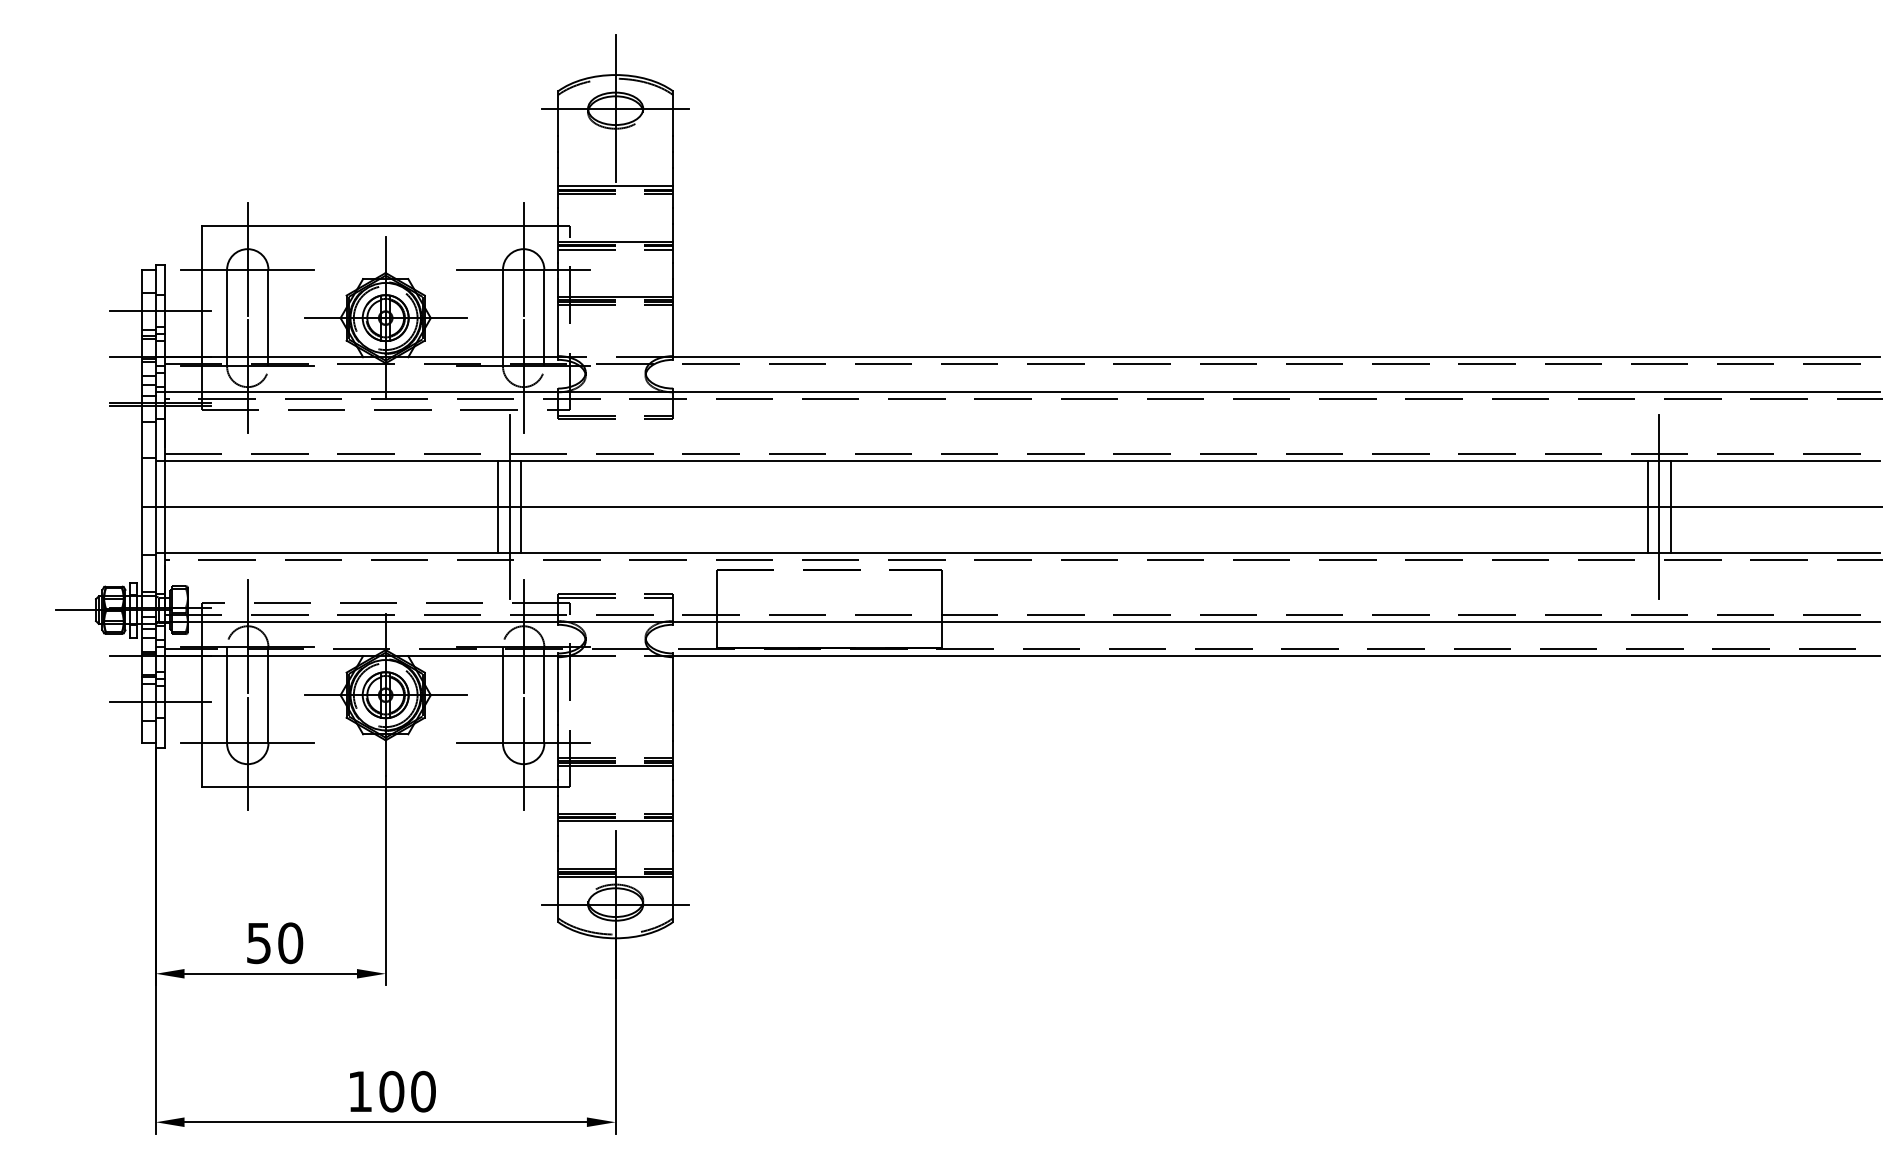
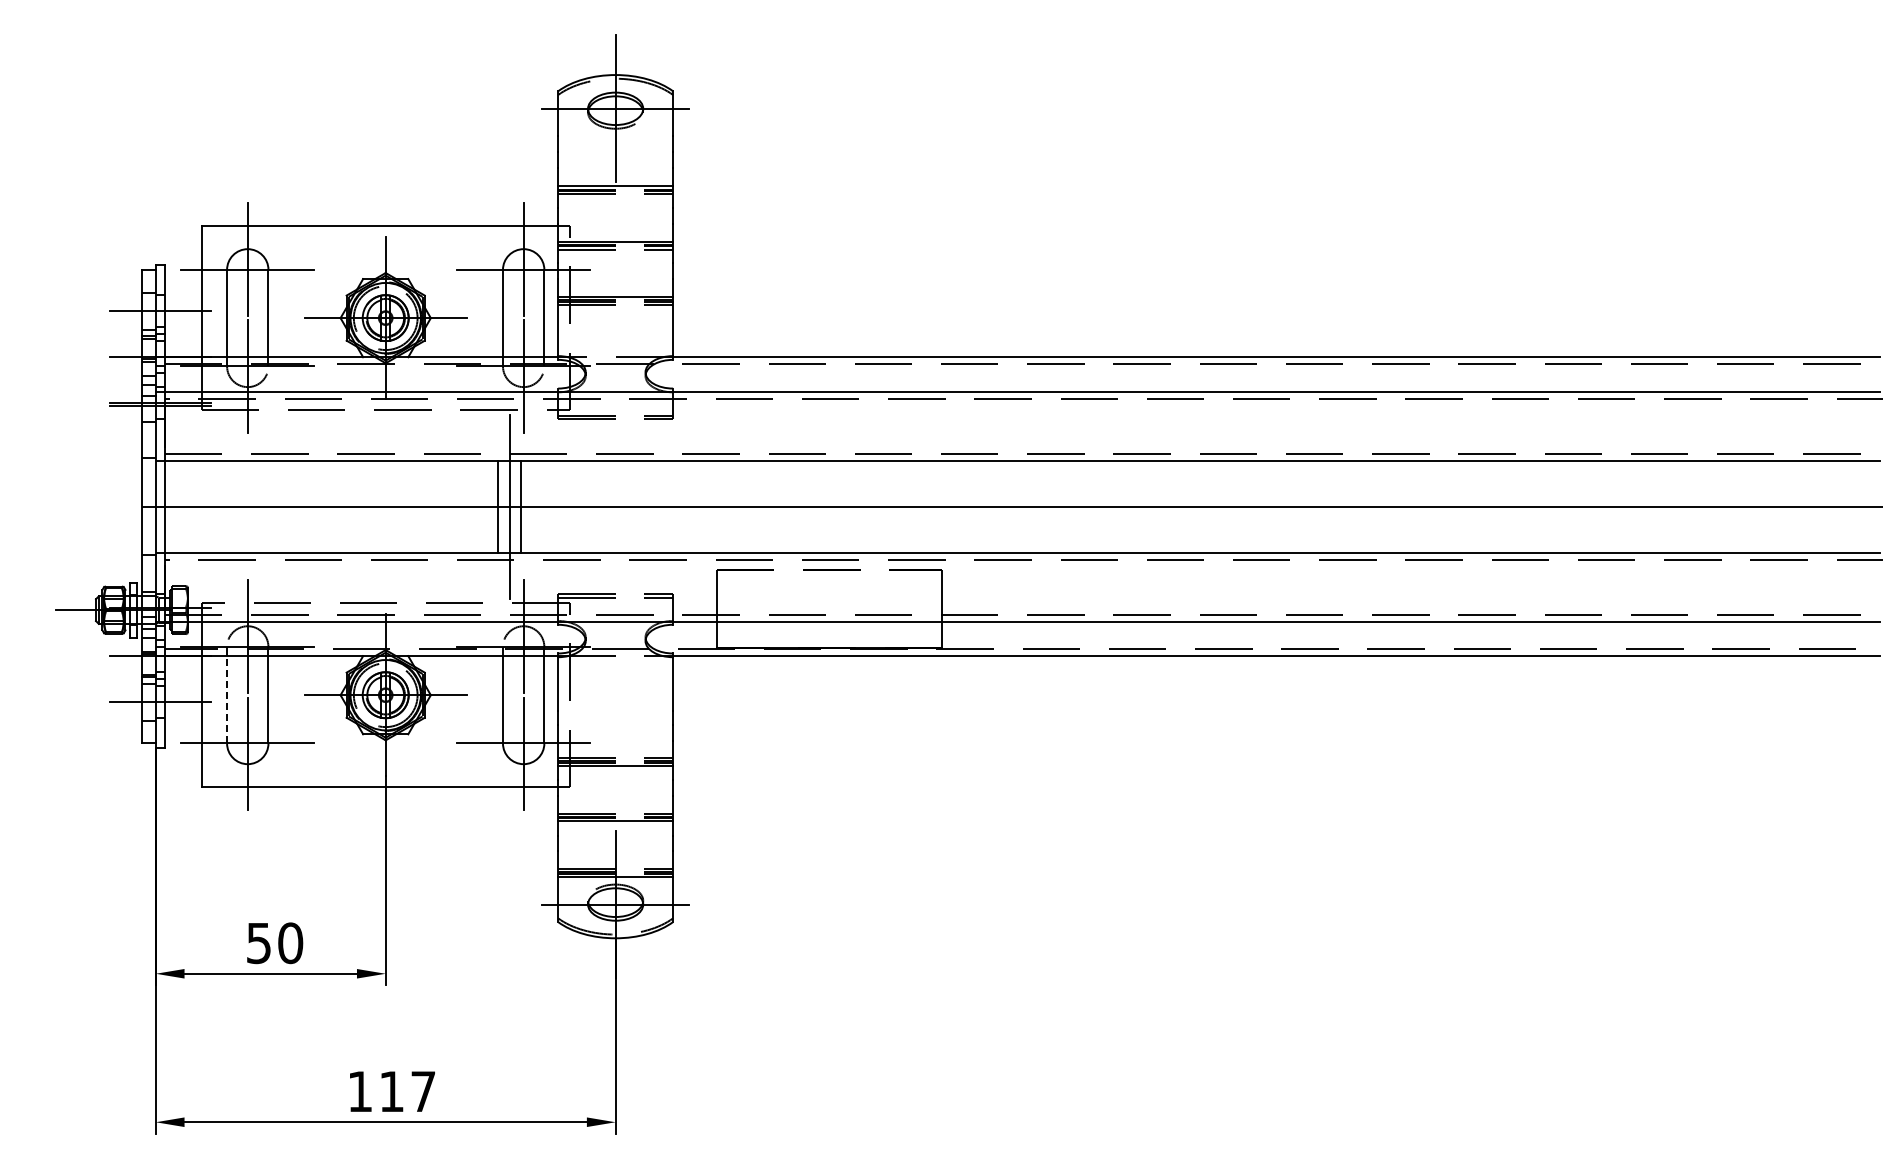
line at (1647, 506): present -> none
line at (1659, 506): present -> none
line at (1670, 506): present -> none
line at (227, 699): solid -> dashed
text at (407, 1091): 100 -> 117
